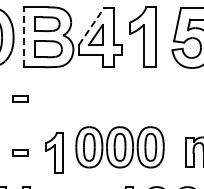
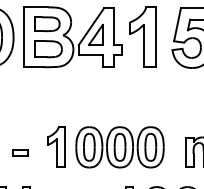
line at (91, 26): dashed -> solid
line at (23, 37): dashed -> solid
part at (20, 98): present -> none
part at (54, 152) position: (54, 152) -> (56, 146)
